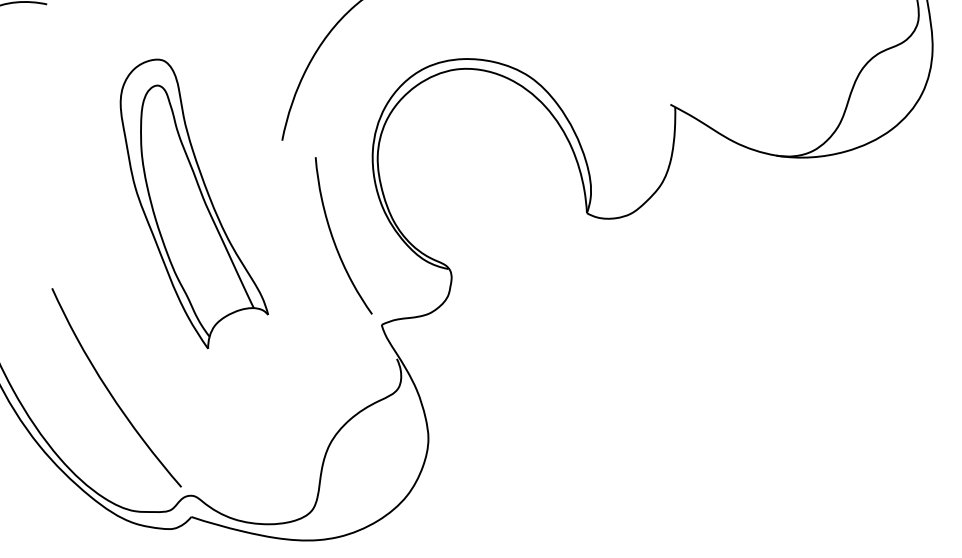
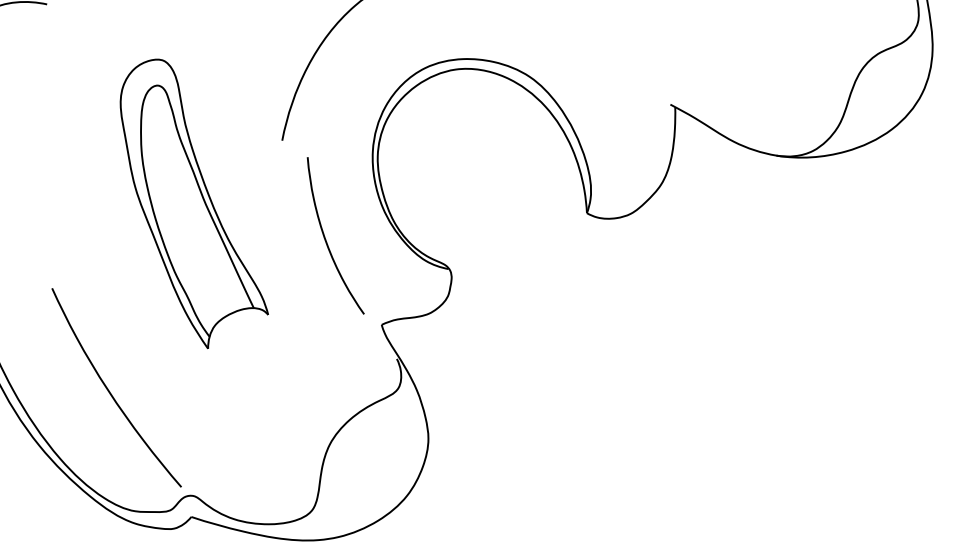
curve at (334, 239) position: (334, 239) -> (326, 239)
